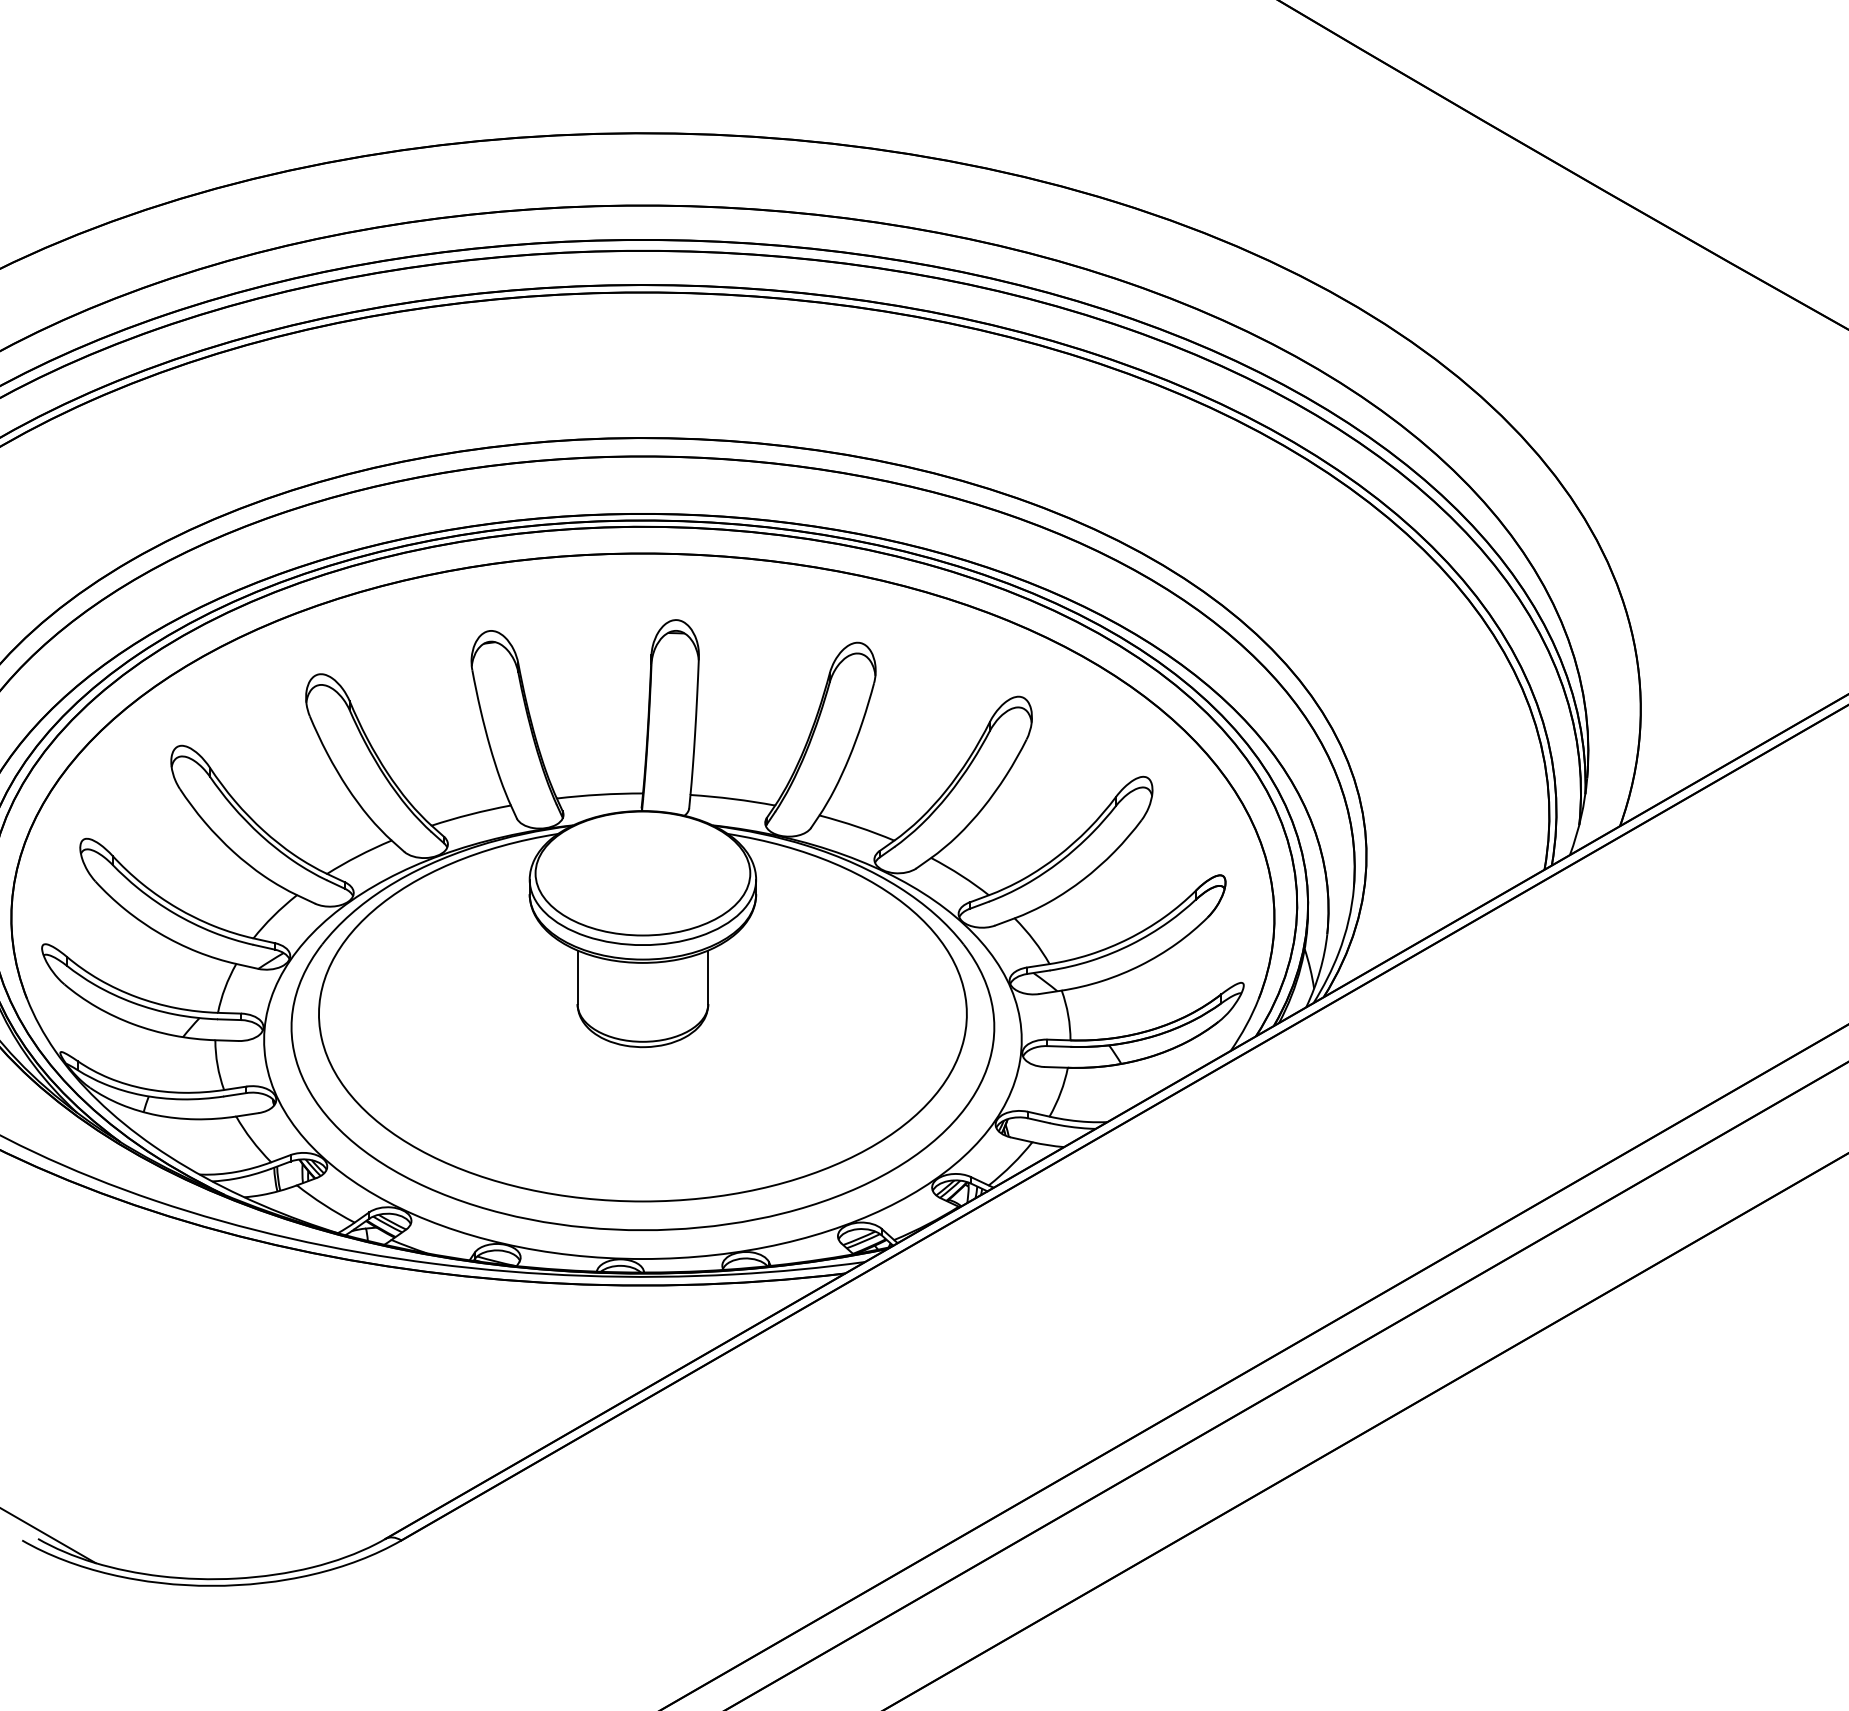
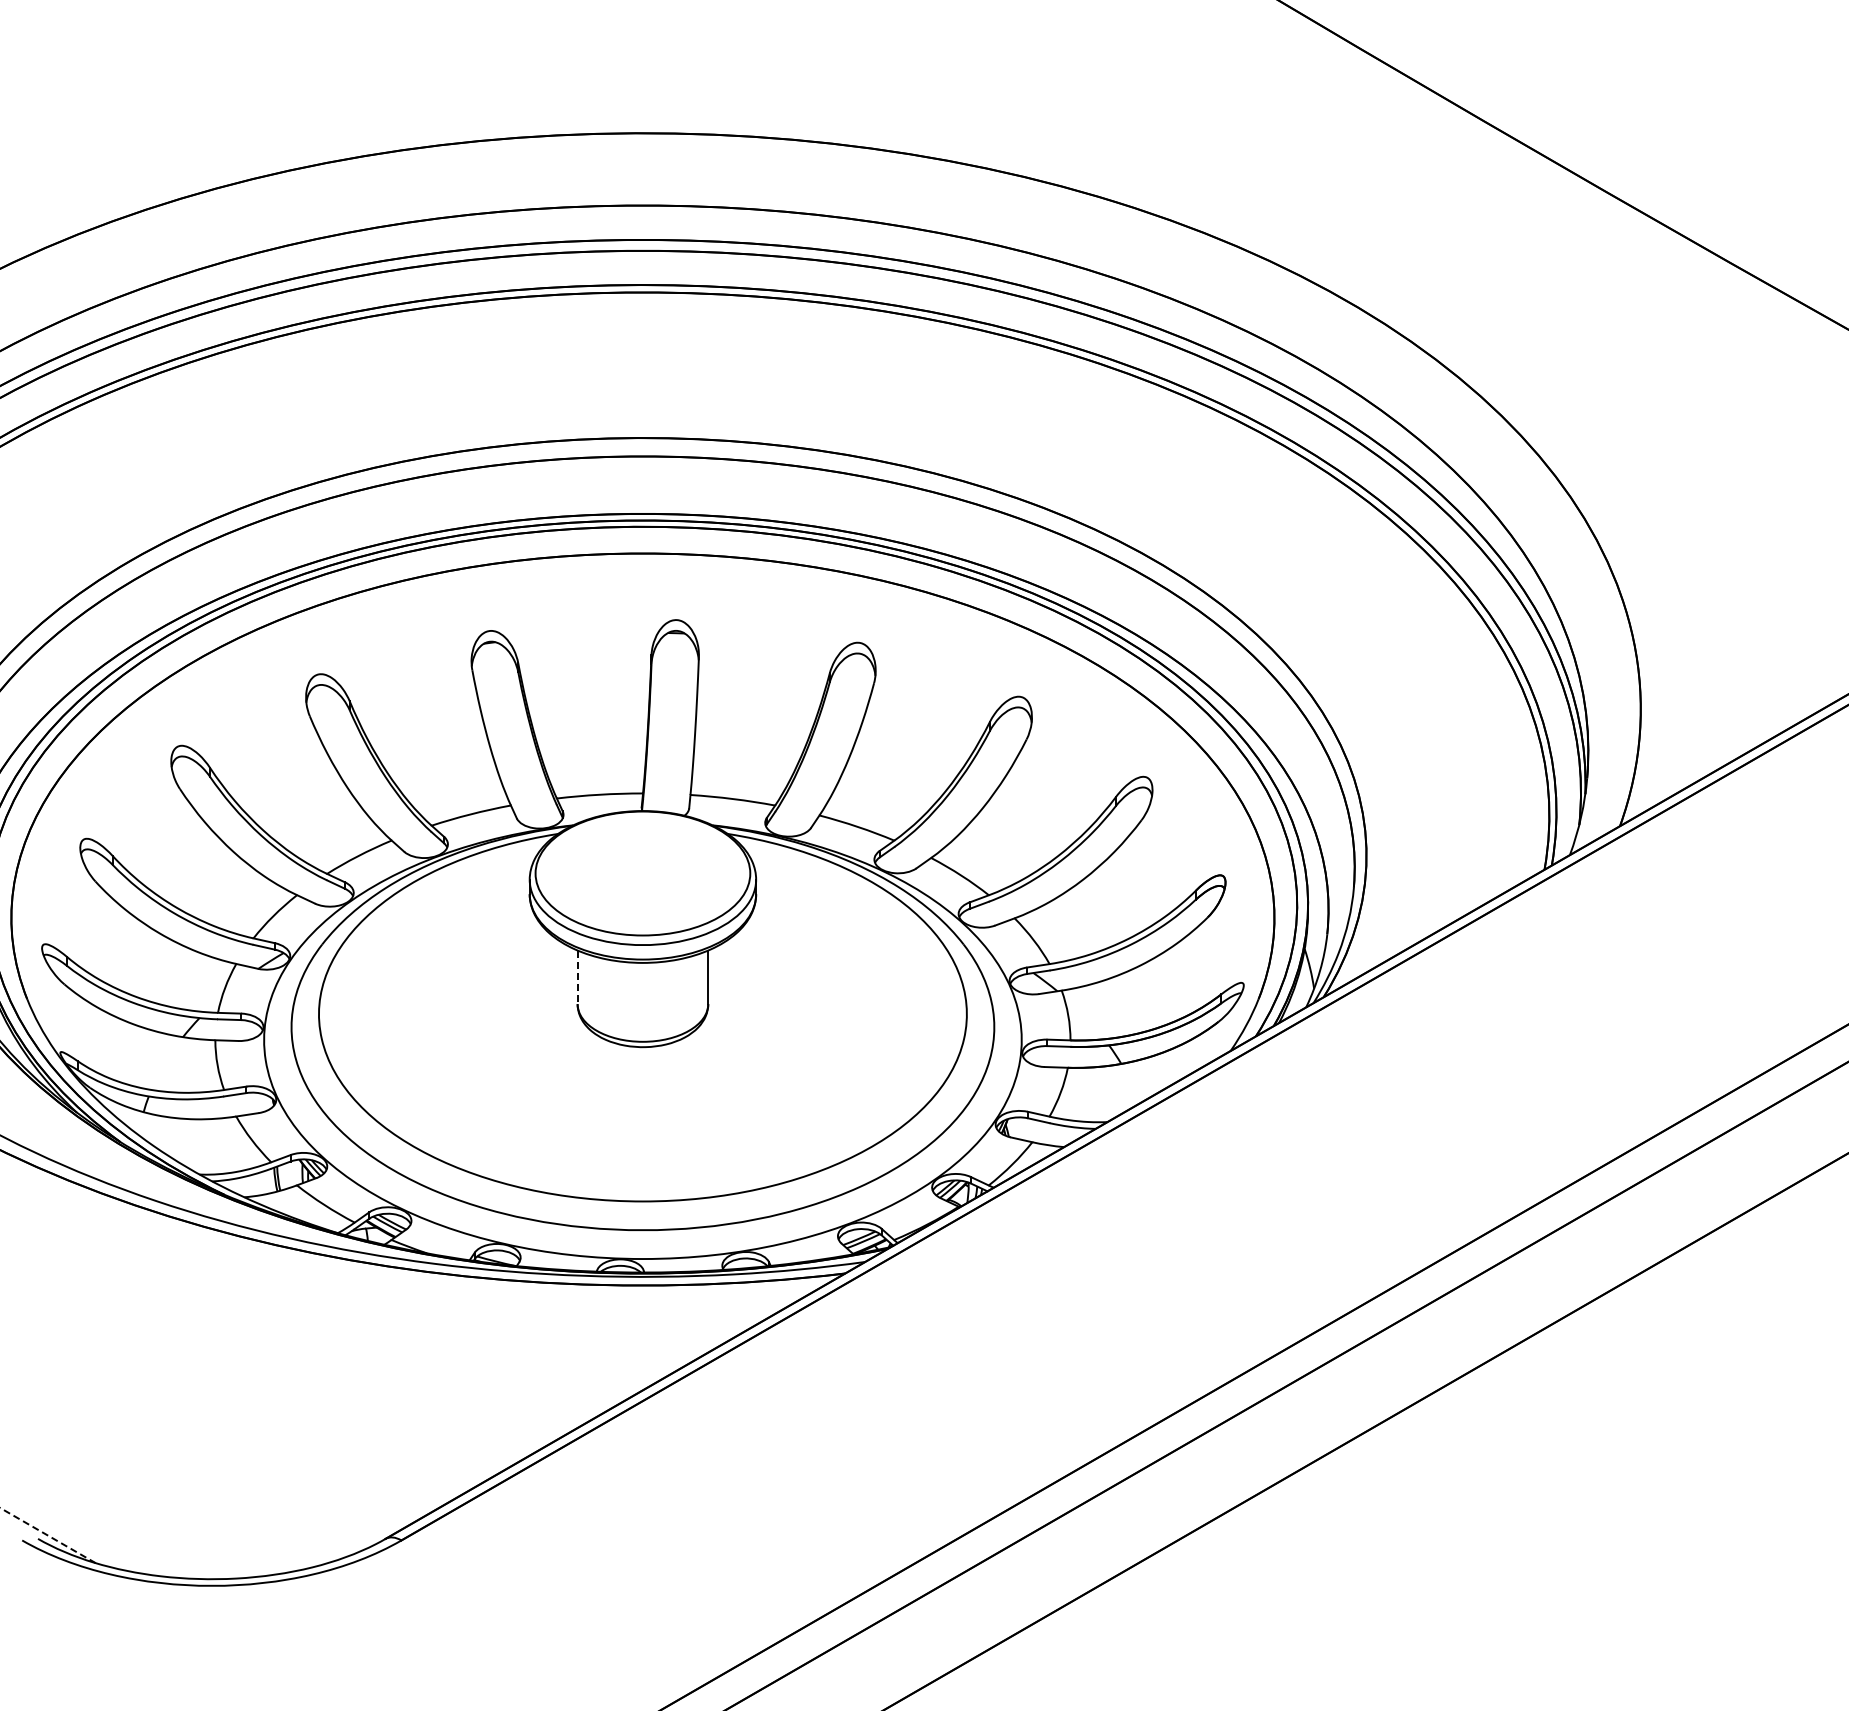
line at (577, 977): solid -> dashed
line at (47, 1535): solid -> dashed
